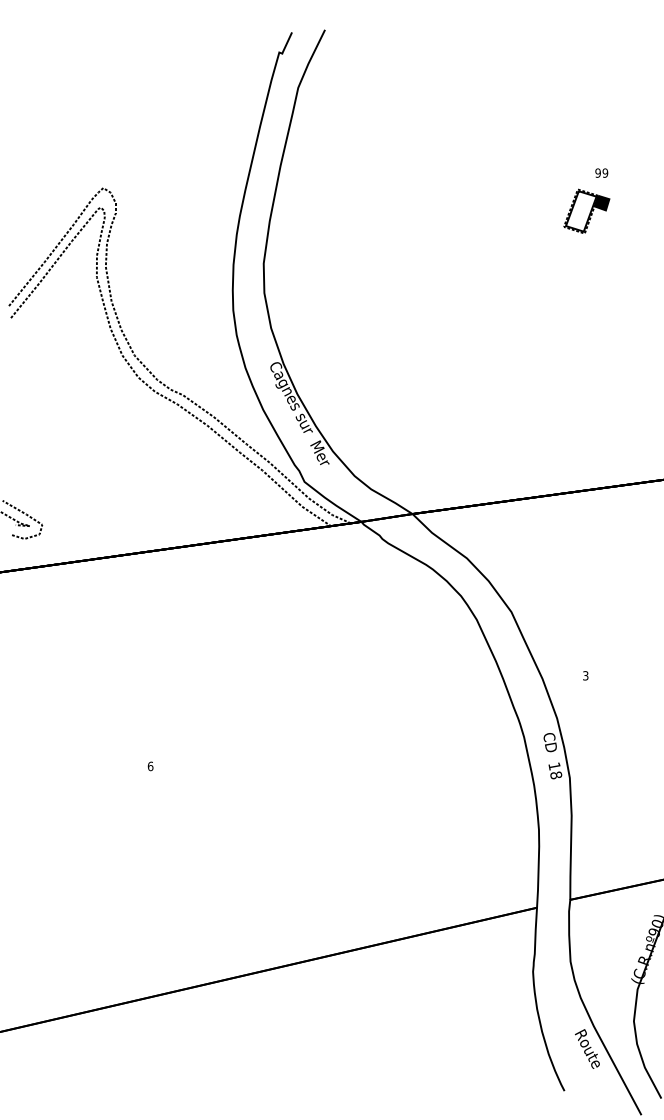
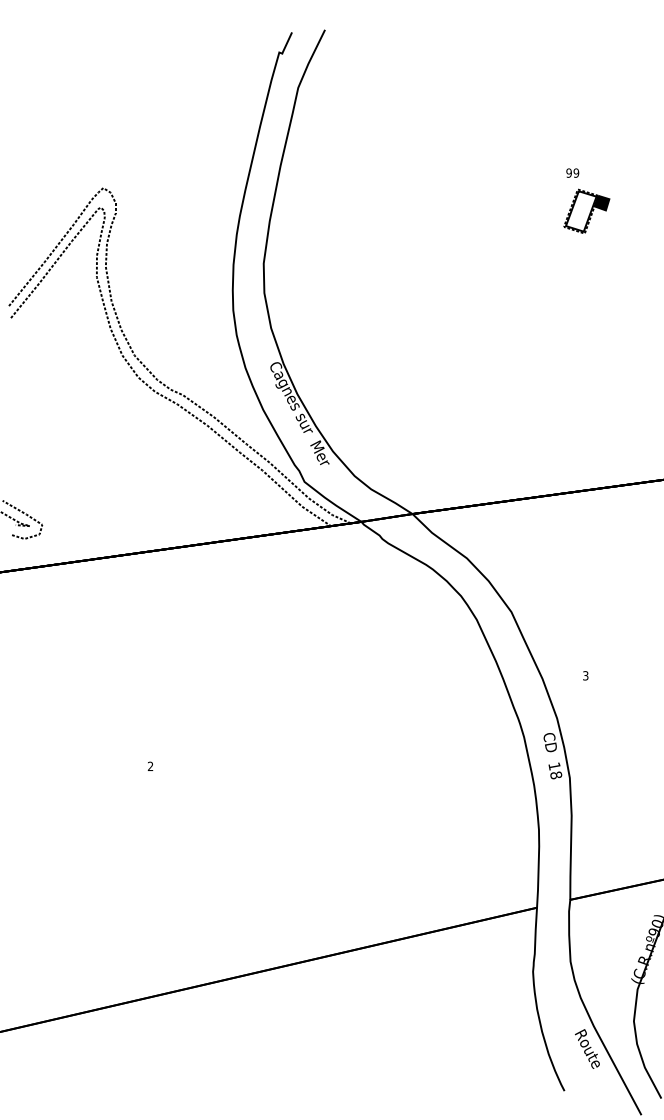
text at (601, 172) position: (601, 172) -> (572, 172)
text at (150, 766): 6 -> 2
